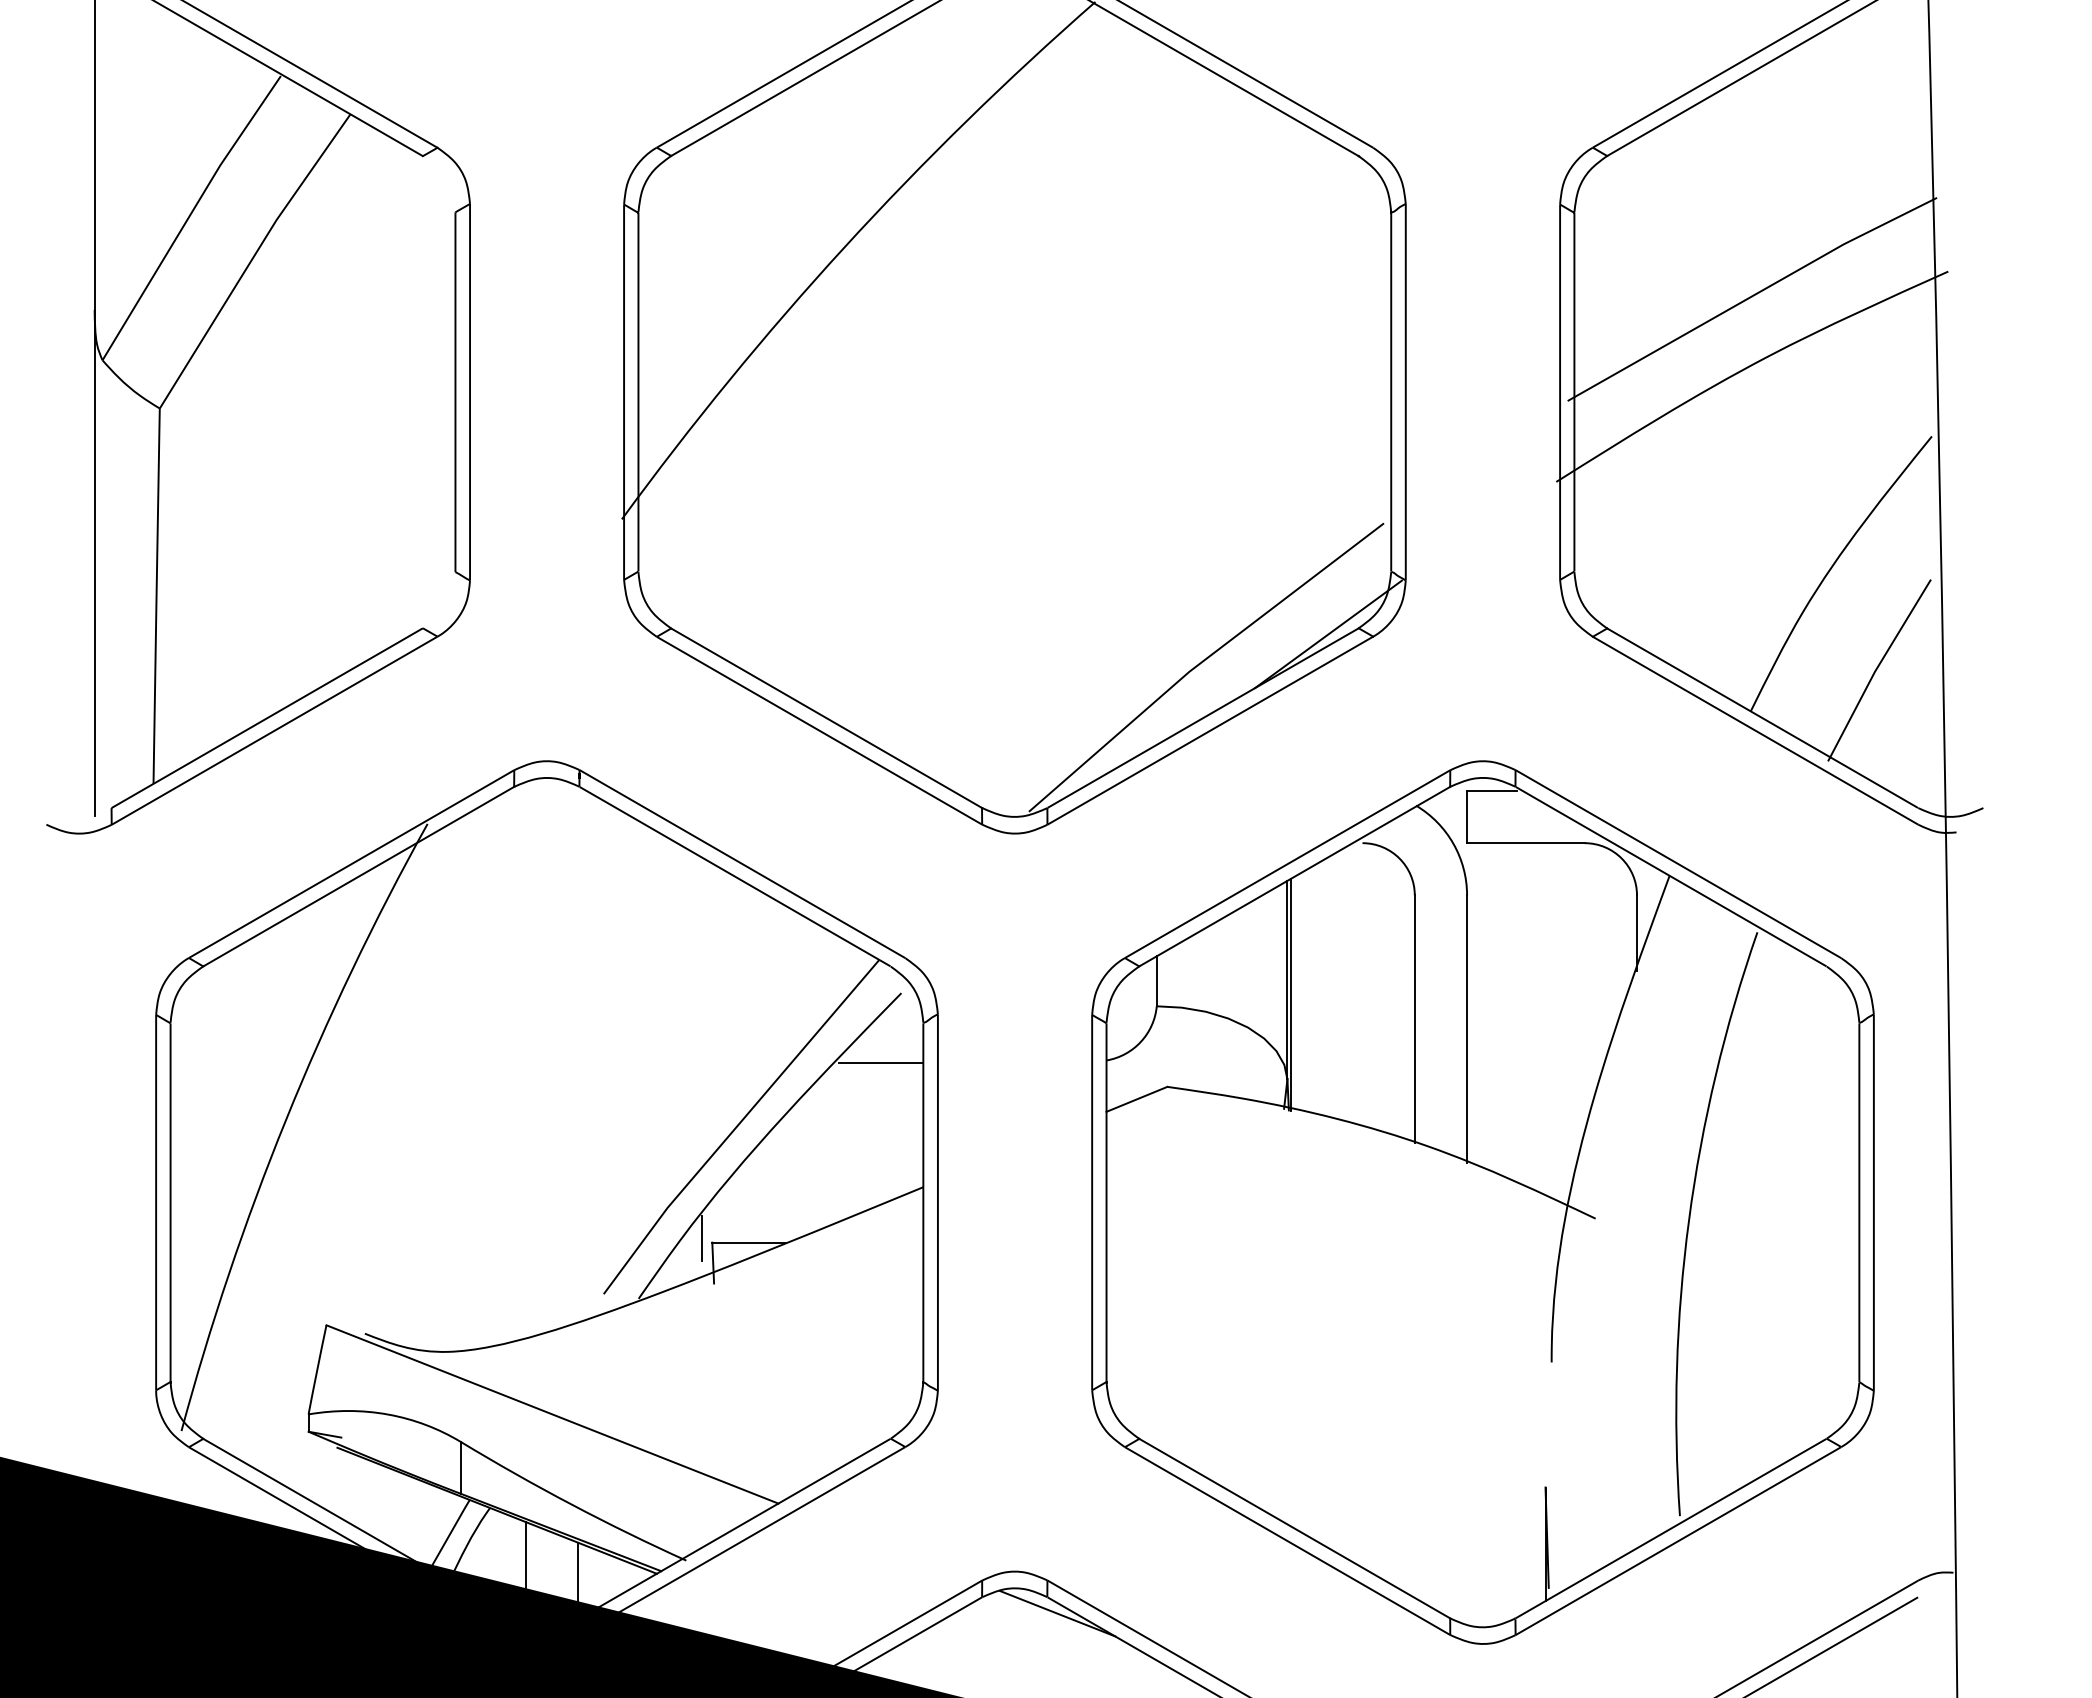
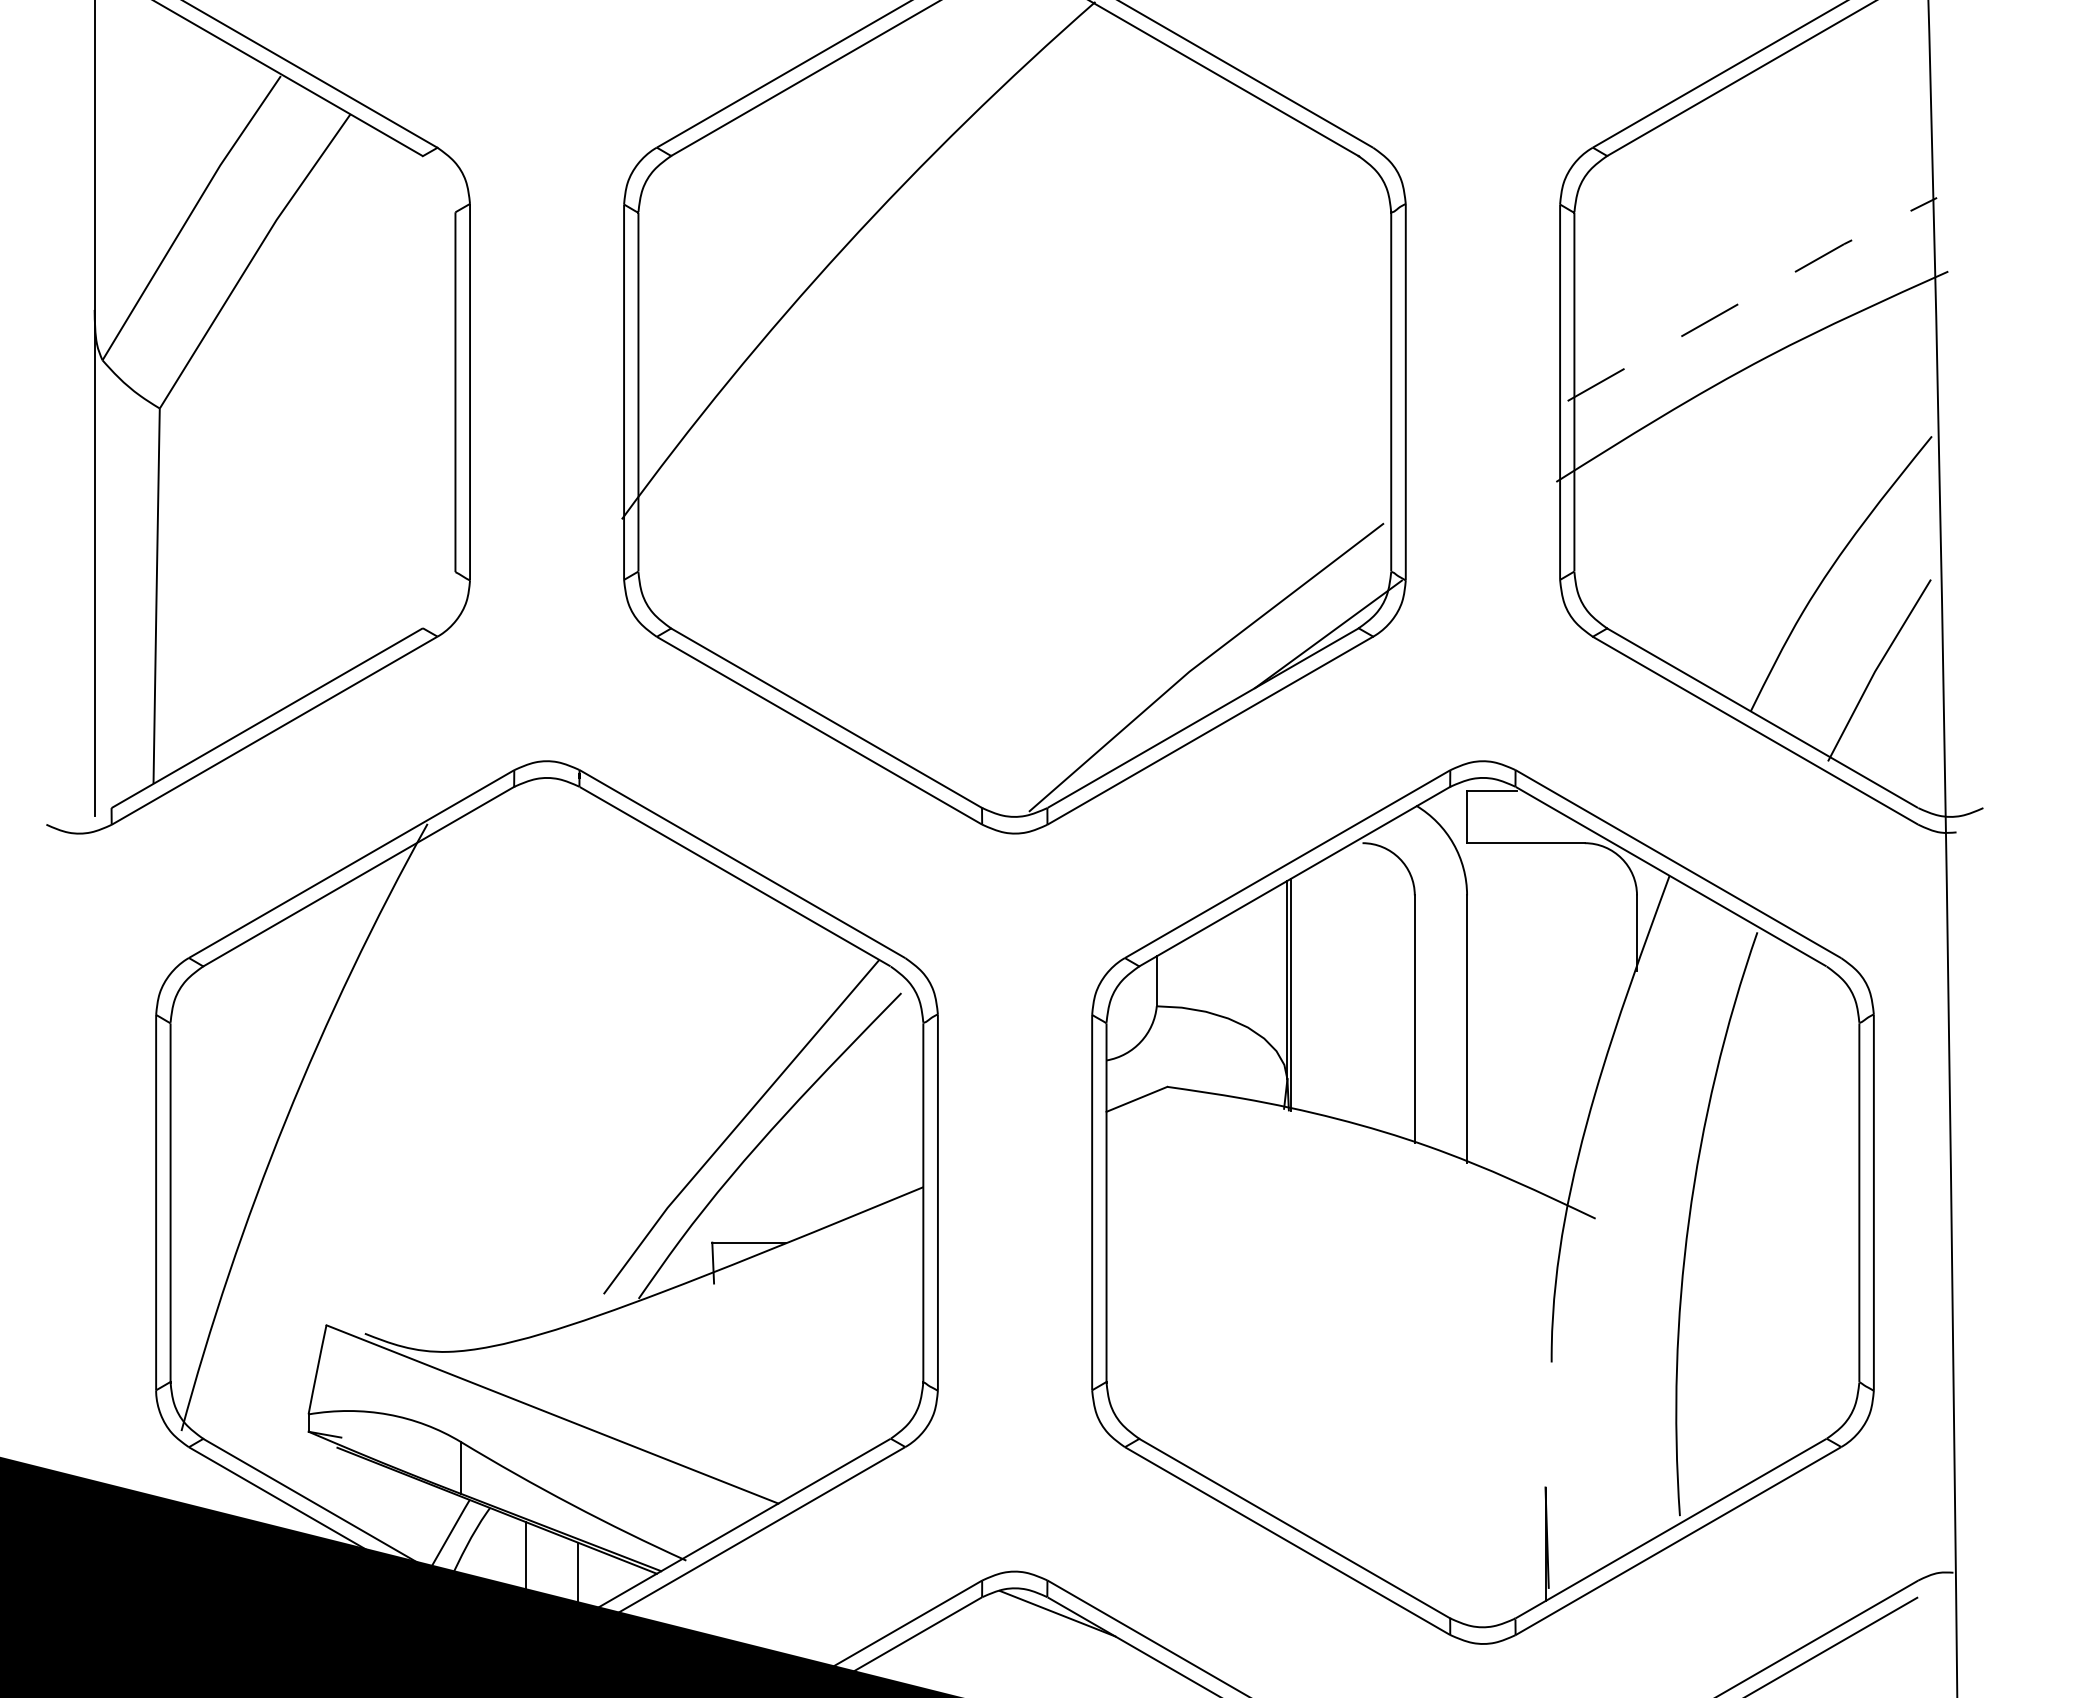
line at (1751, 296): solid -> dashed
line at (881, 1062): present -> none
line at (702, 1237): present -> none
